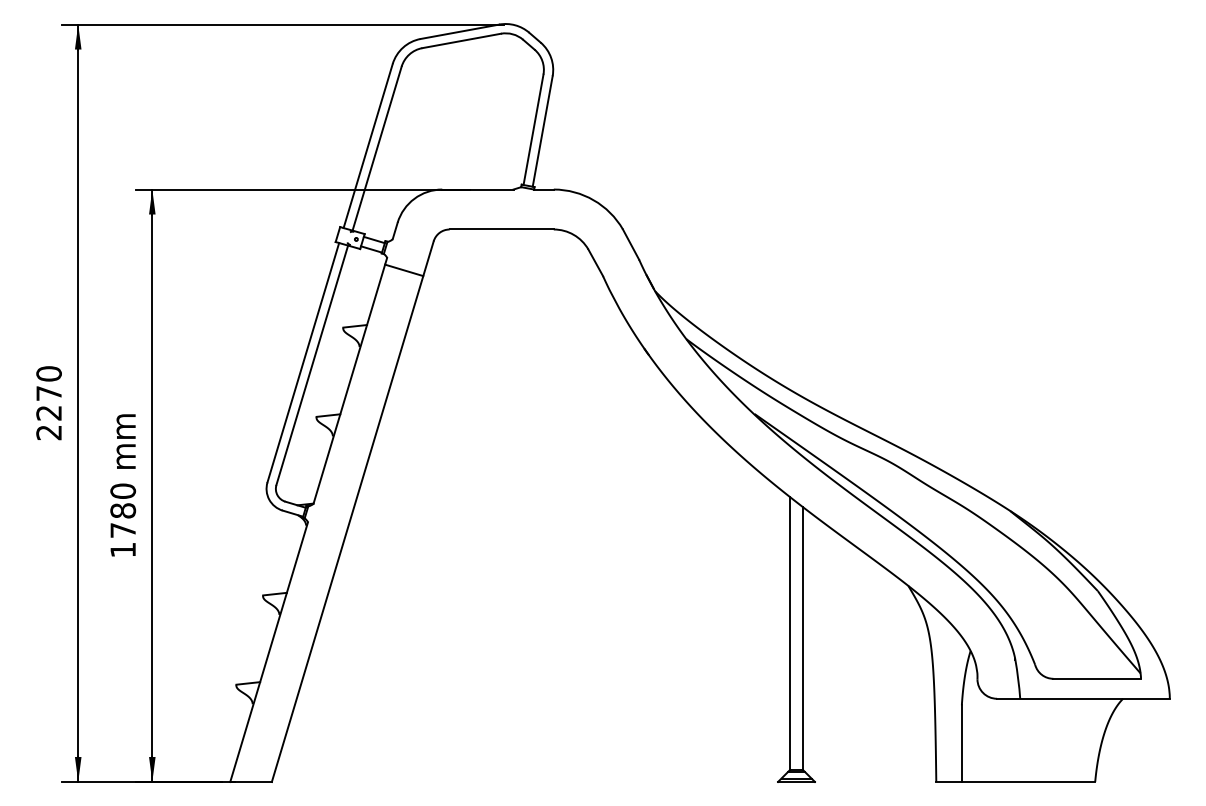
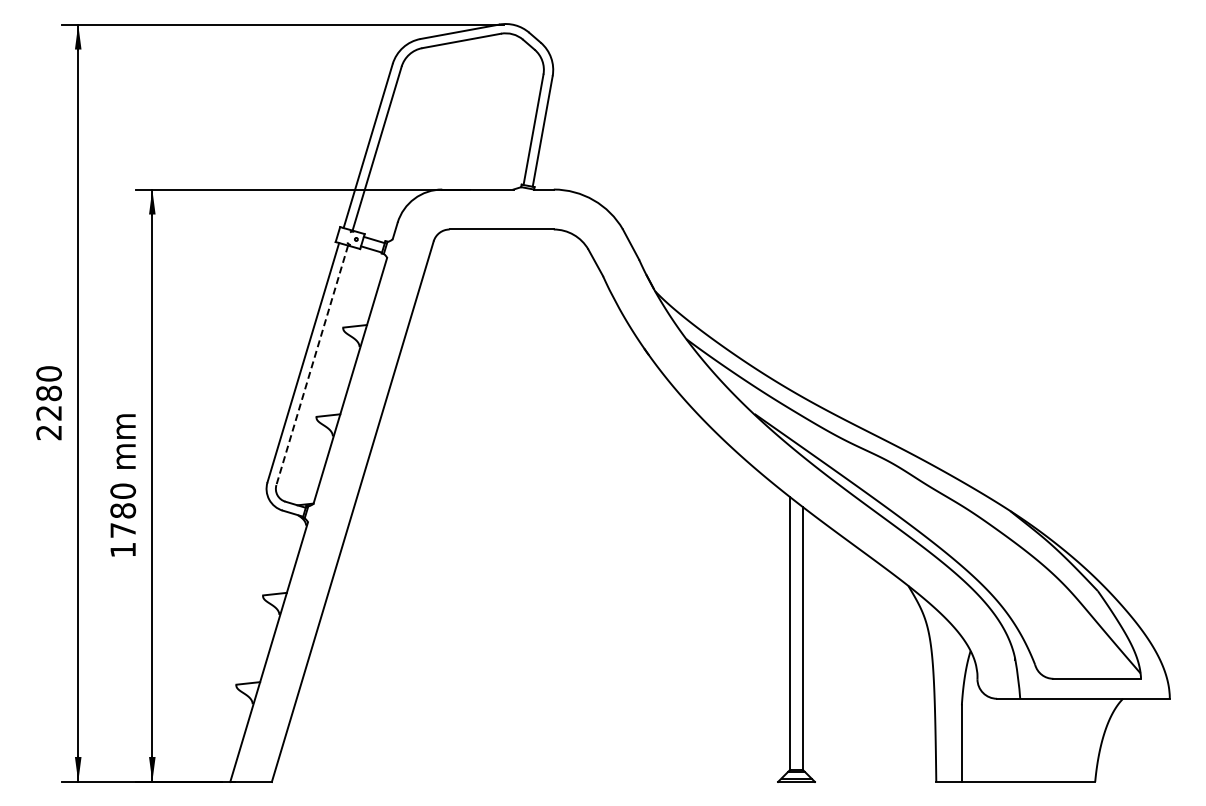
line at (404, 270): present -> none
line at (312, 365): solid -> dashed
text at (48, 393): 2270 -> 2280
